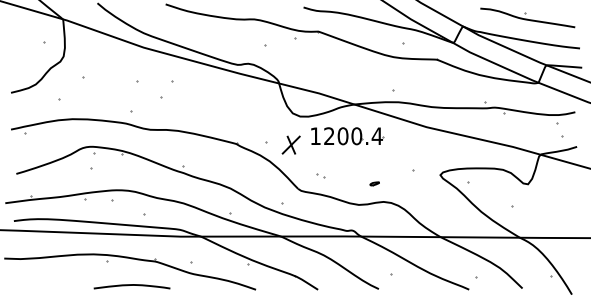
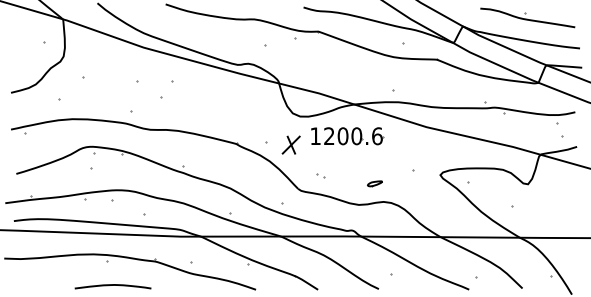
text at (376, 136): 1200.4 -> 1200.6
part at (374, 183) size: 11x6 px -> 16x8 px
curve at (131, 285) position: (131, 285) -> (112, 285)
